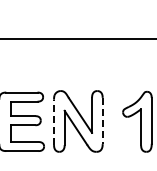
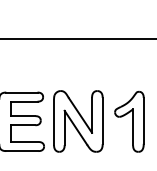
line at (102, 121): dashed -> solid
part at (137, 121) position: (137, 121) -> (129, 121)
line at (54, 122): dashed -> solid
